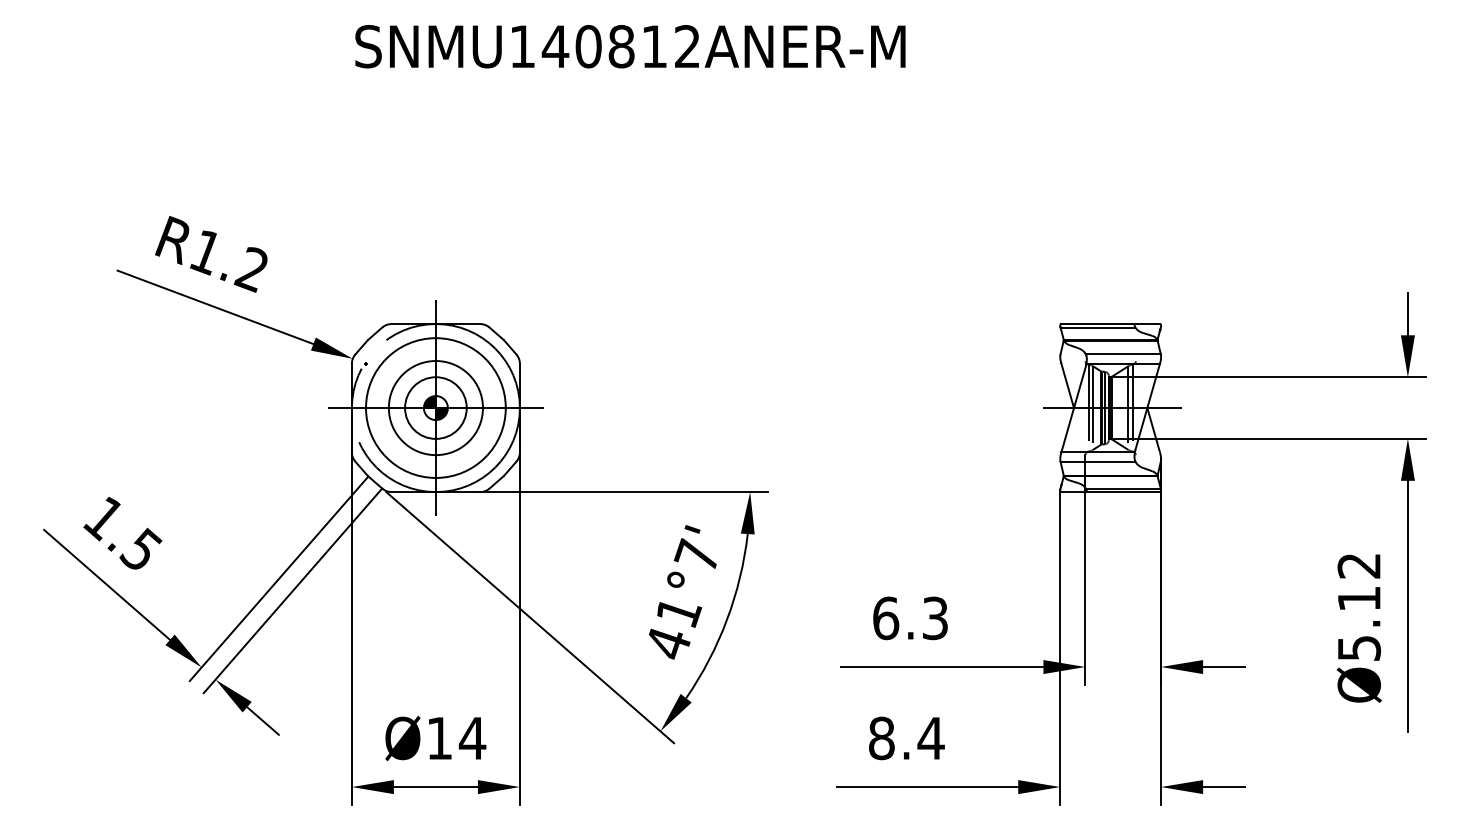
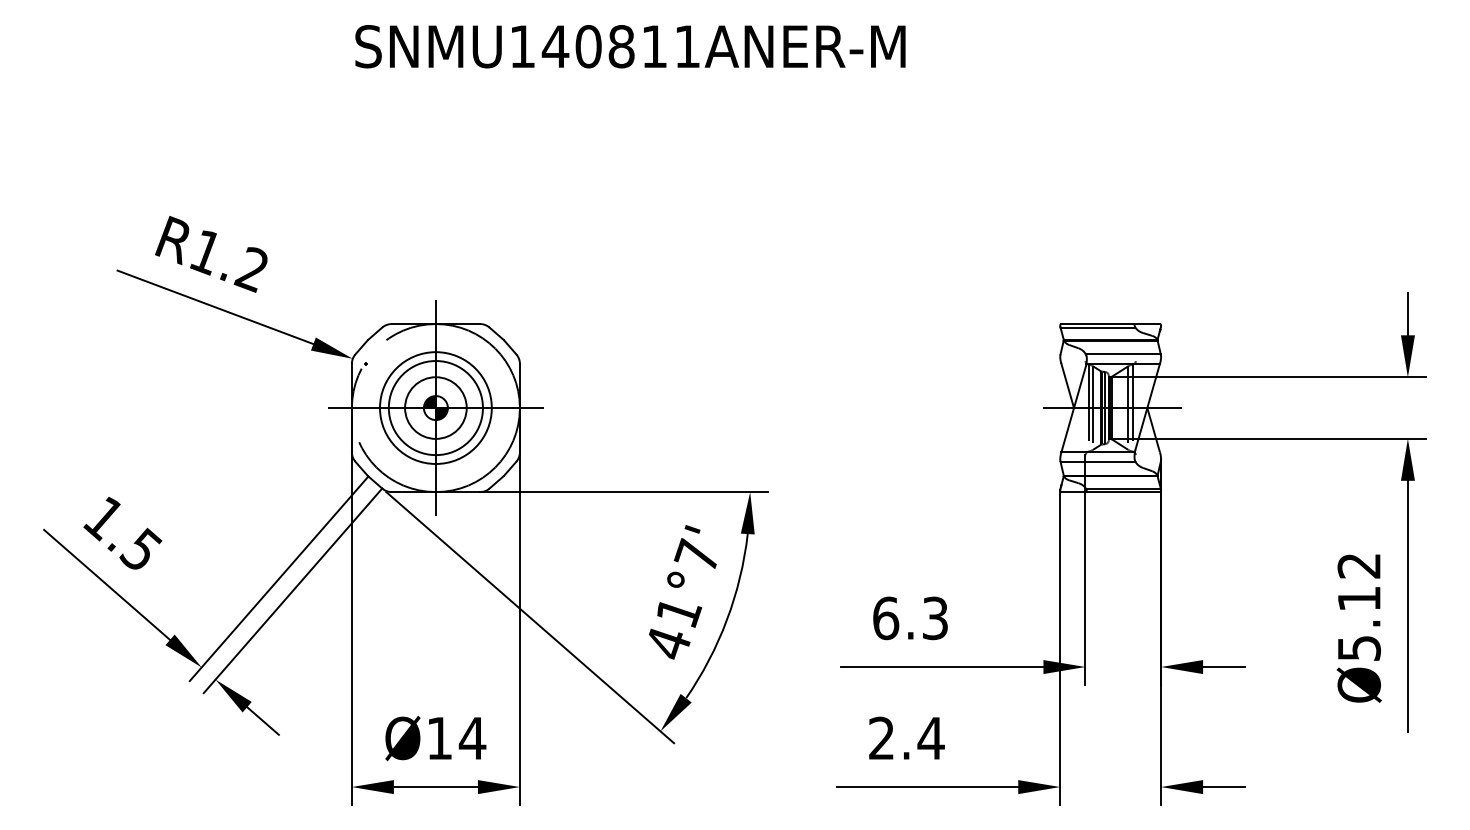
text at (687, 46): SNMU140812ANER-M -> SNMU140811ANER-M
circle at (435, 407) diameter: 140 px -> 112 px
text at (881, 738): 8.4 -> 2.4
